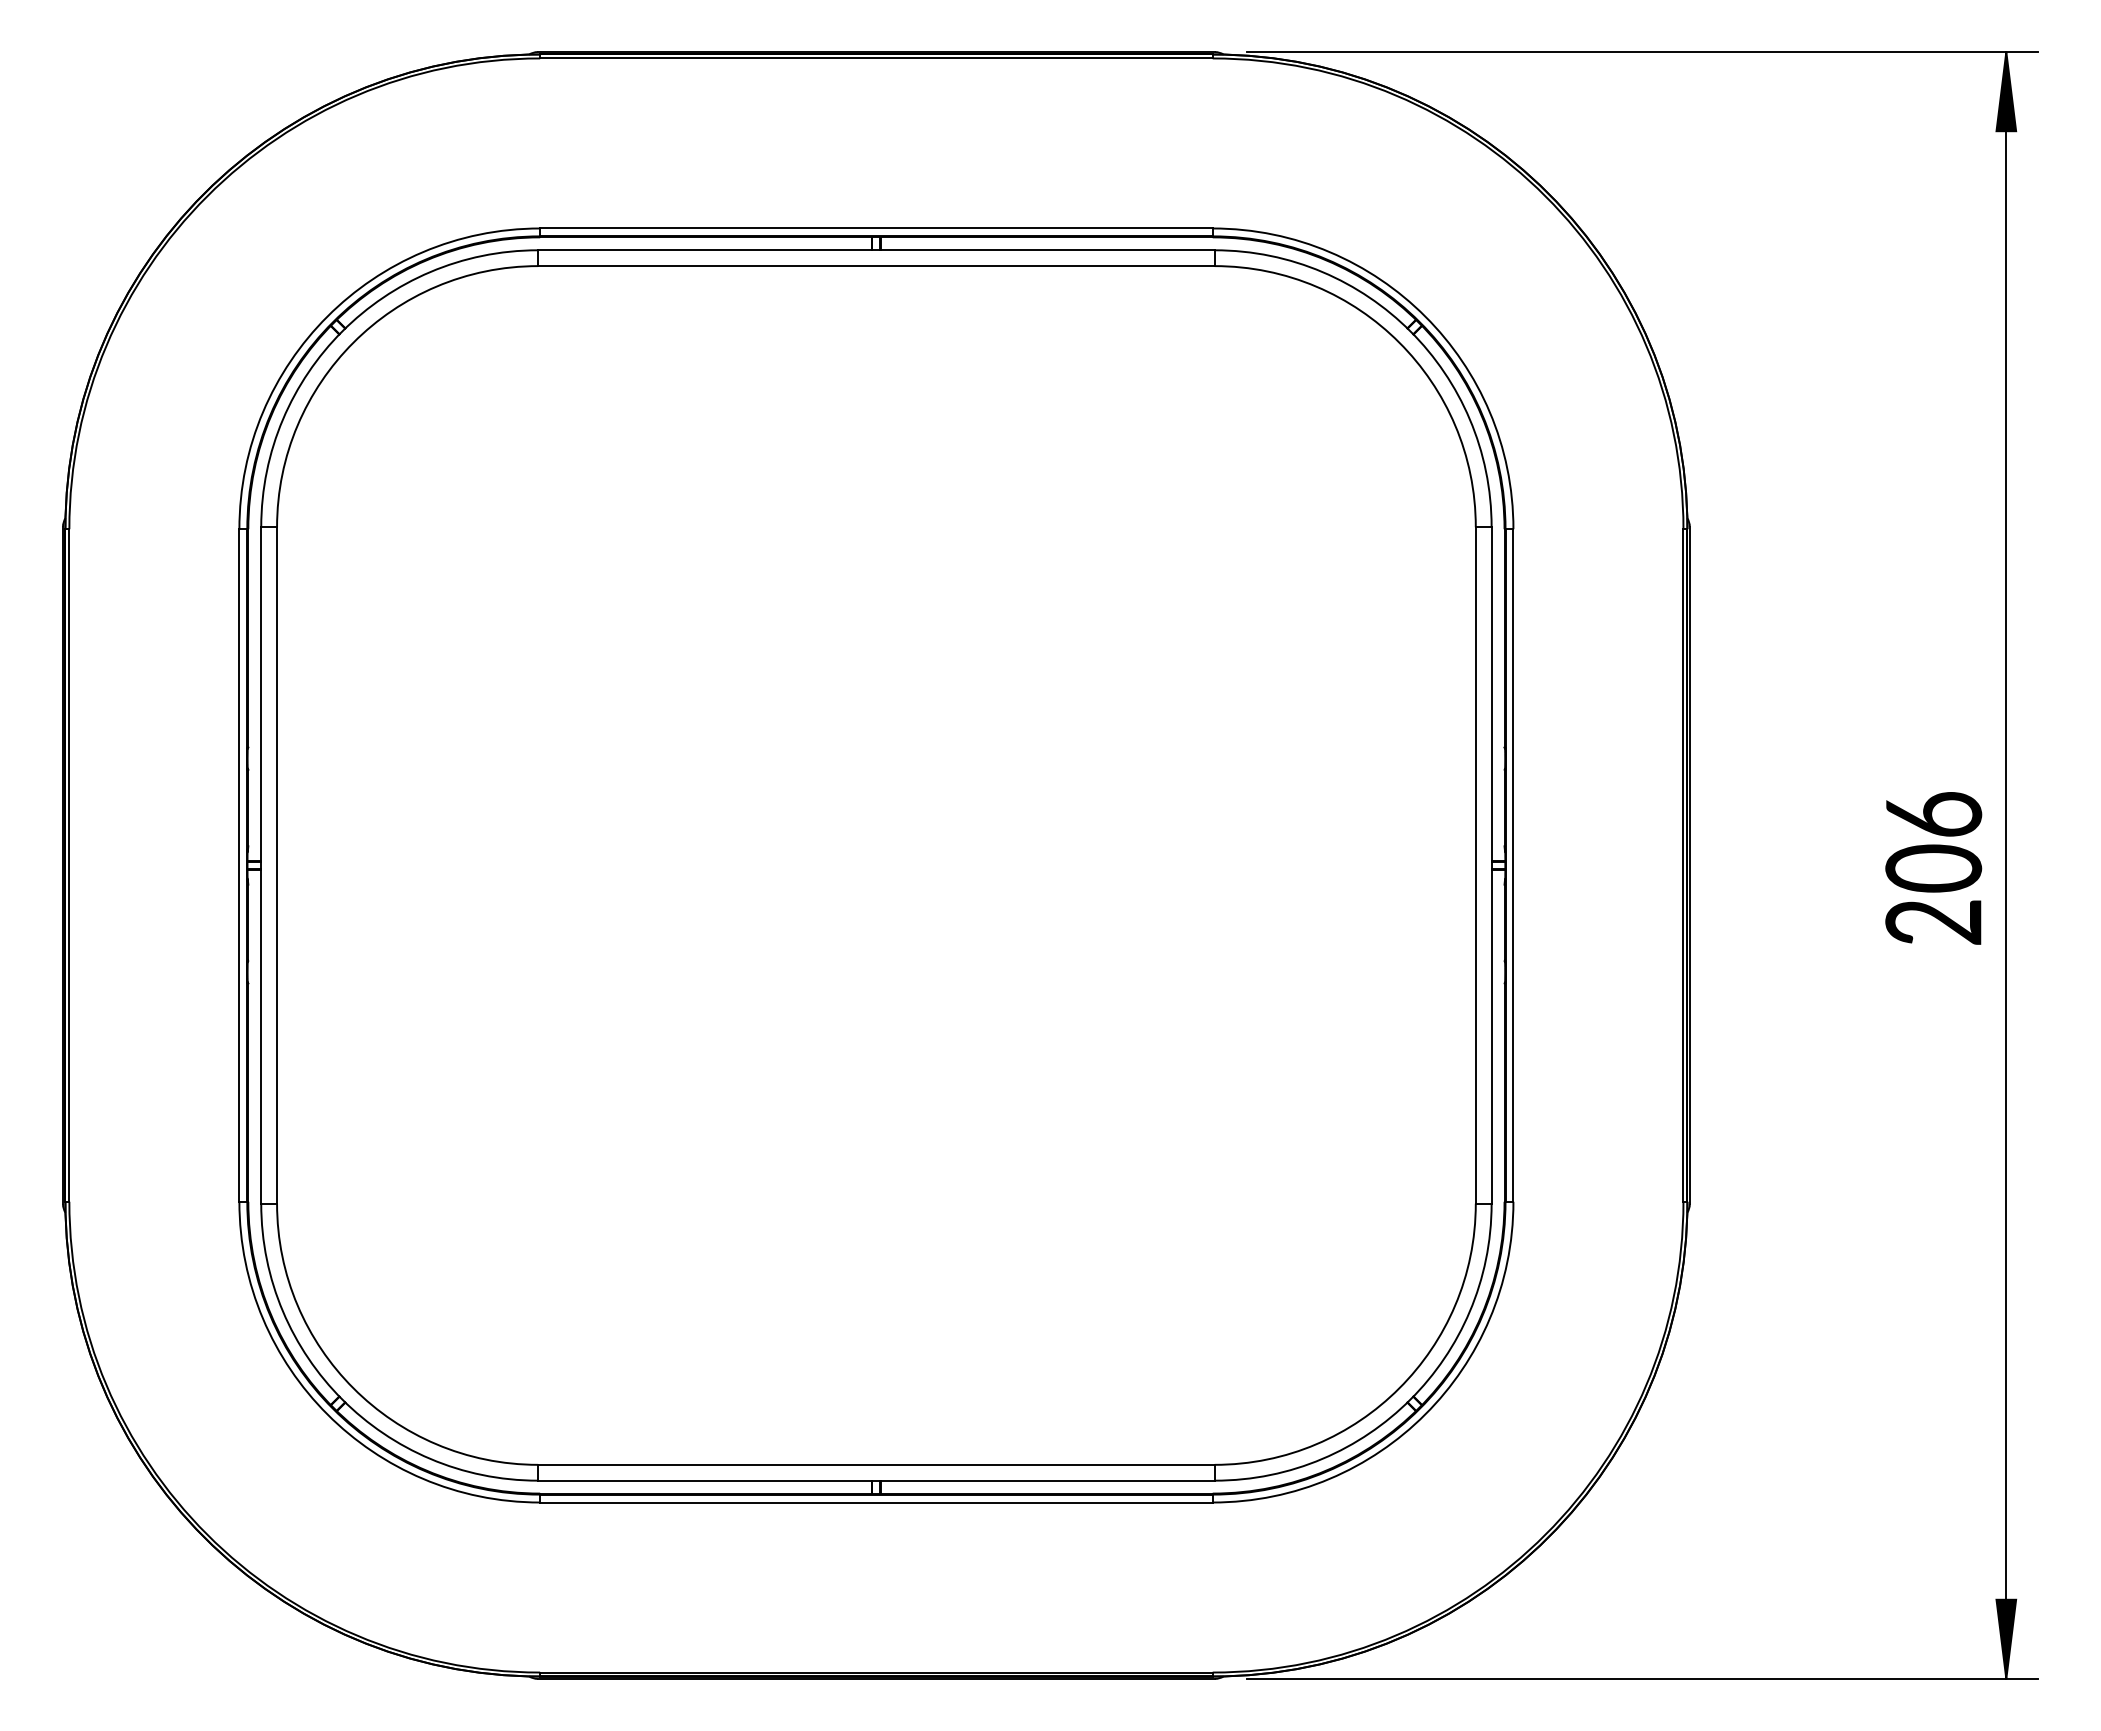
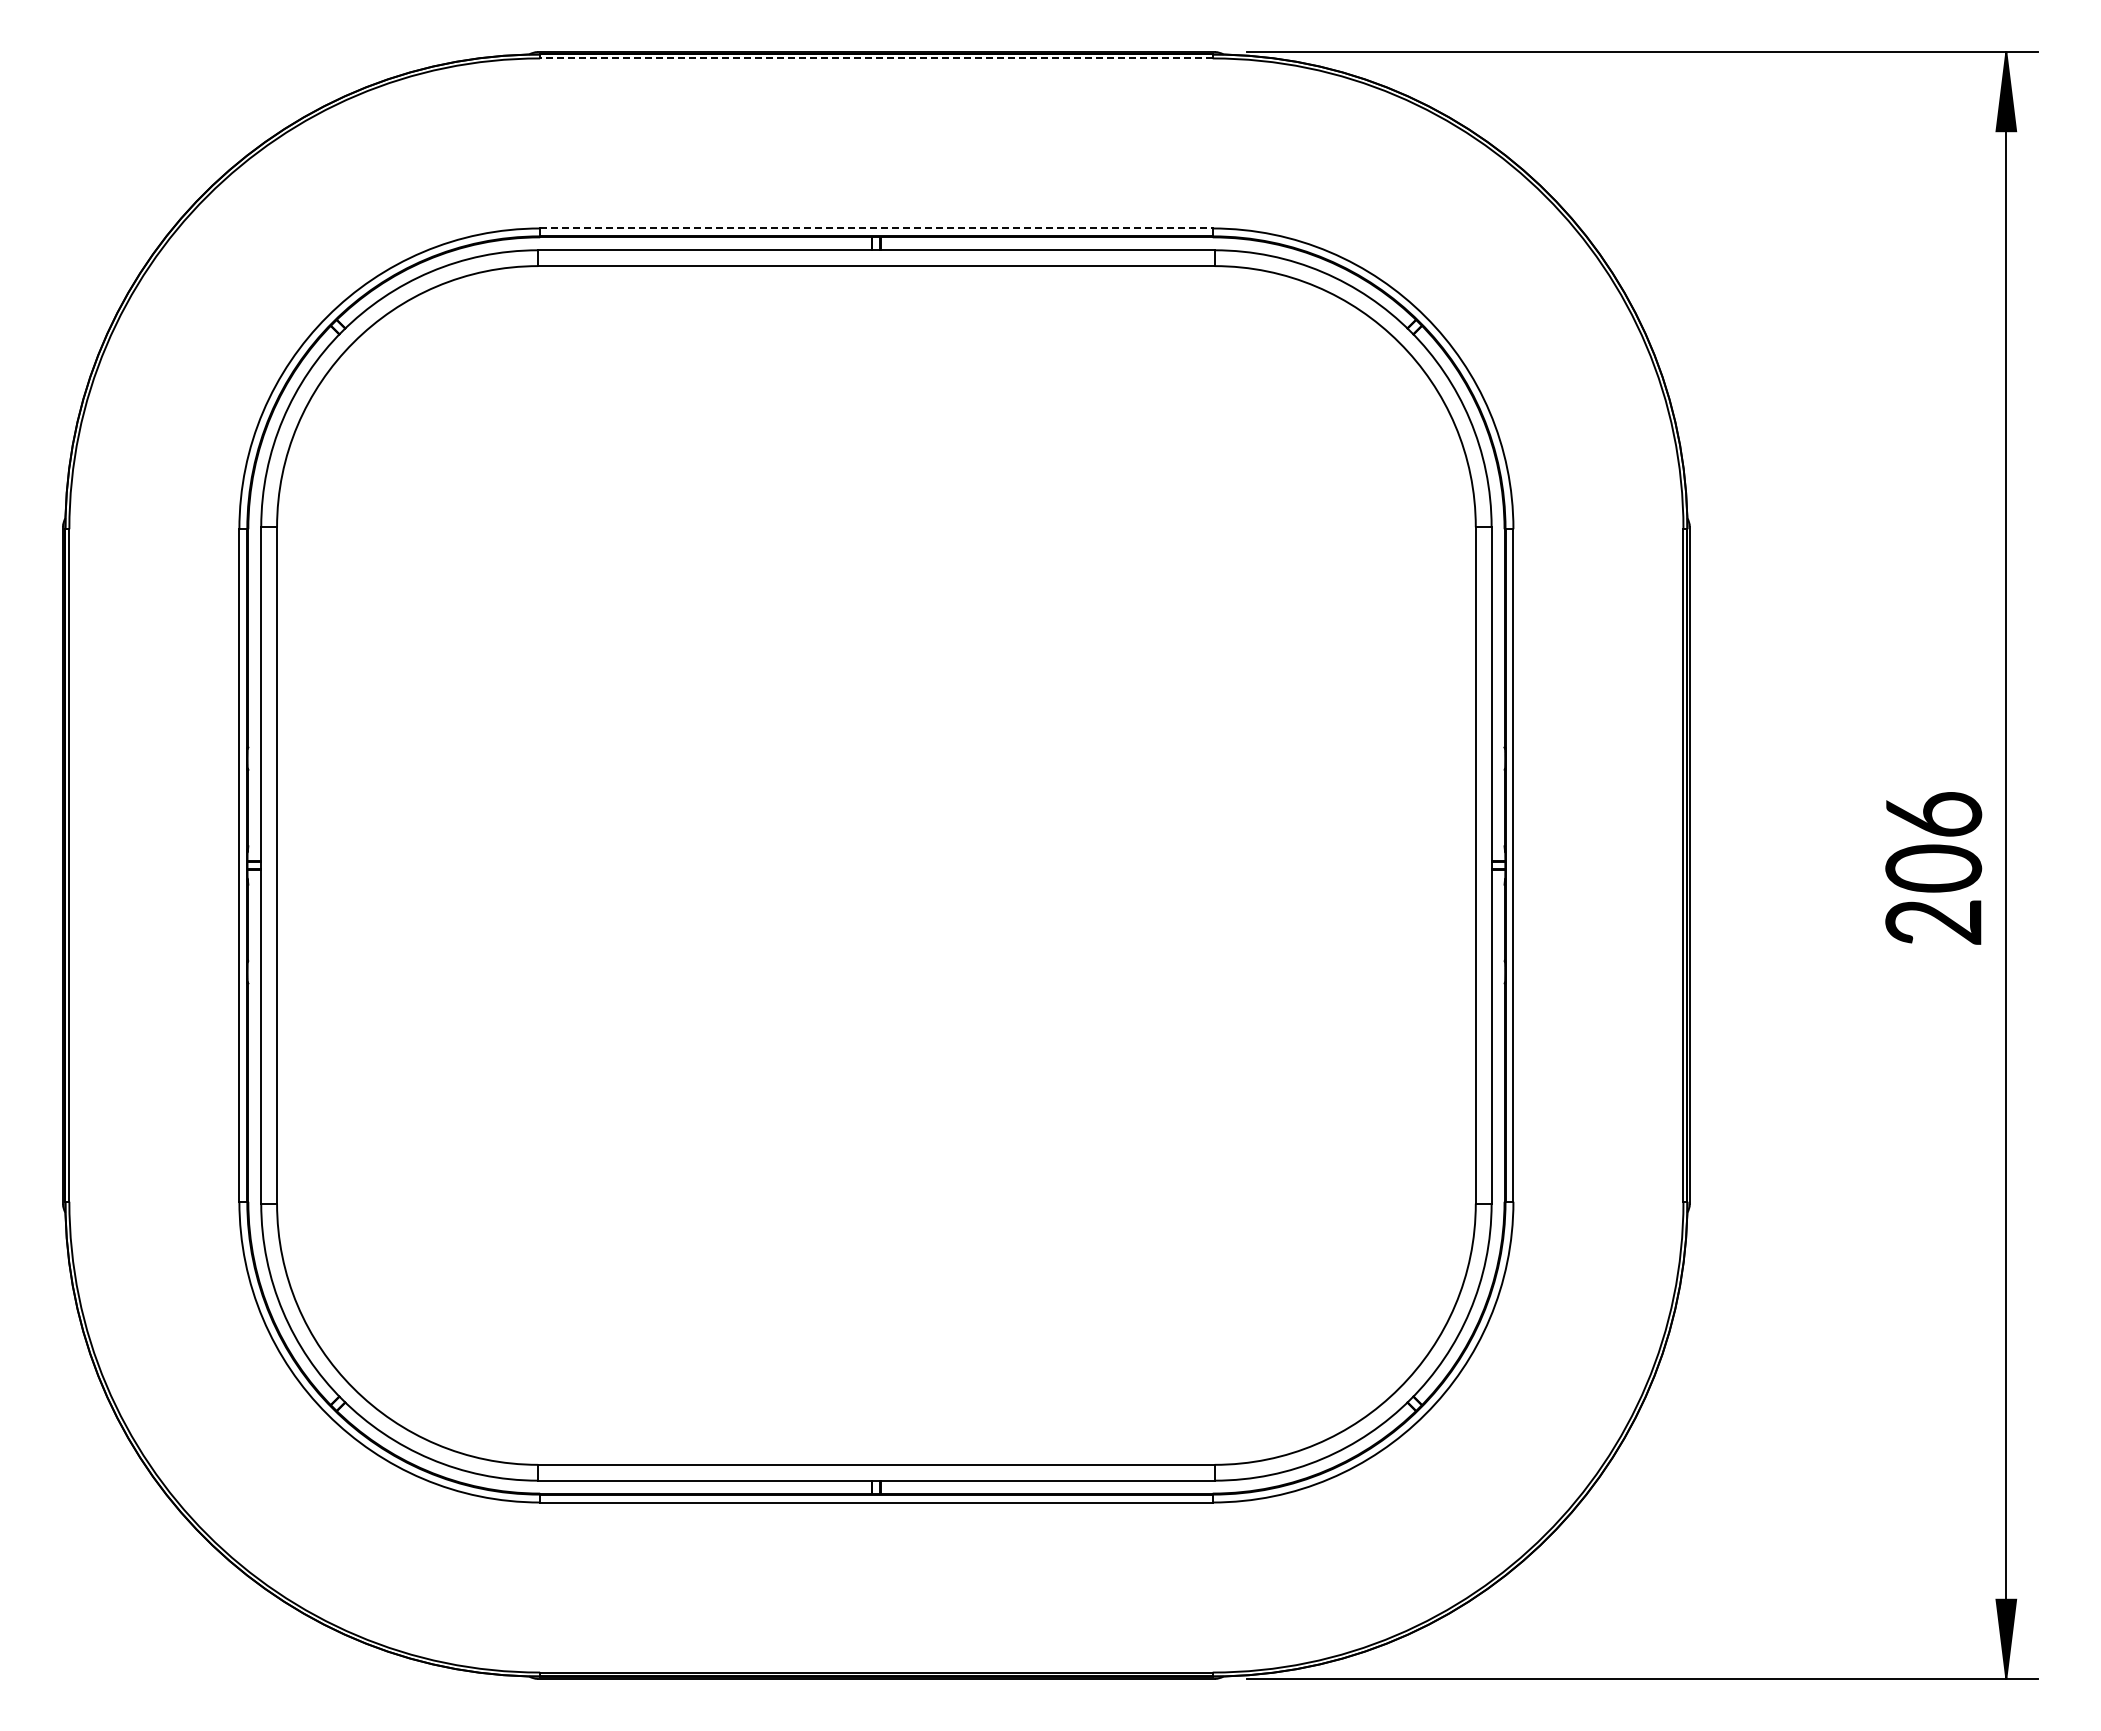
line at (875, 58): solid -> dashed
line at (876, 228): solid -> dashed
